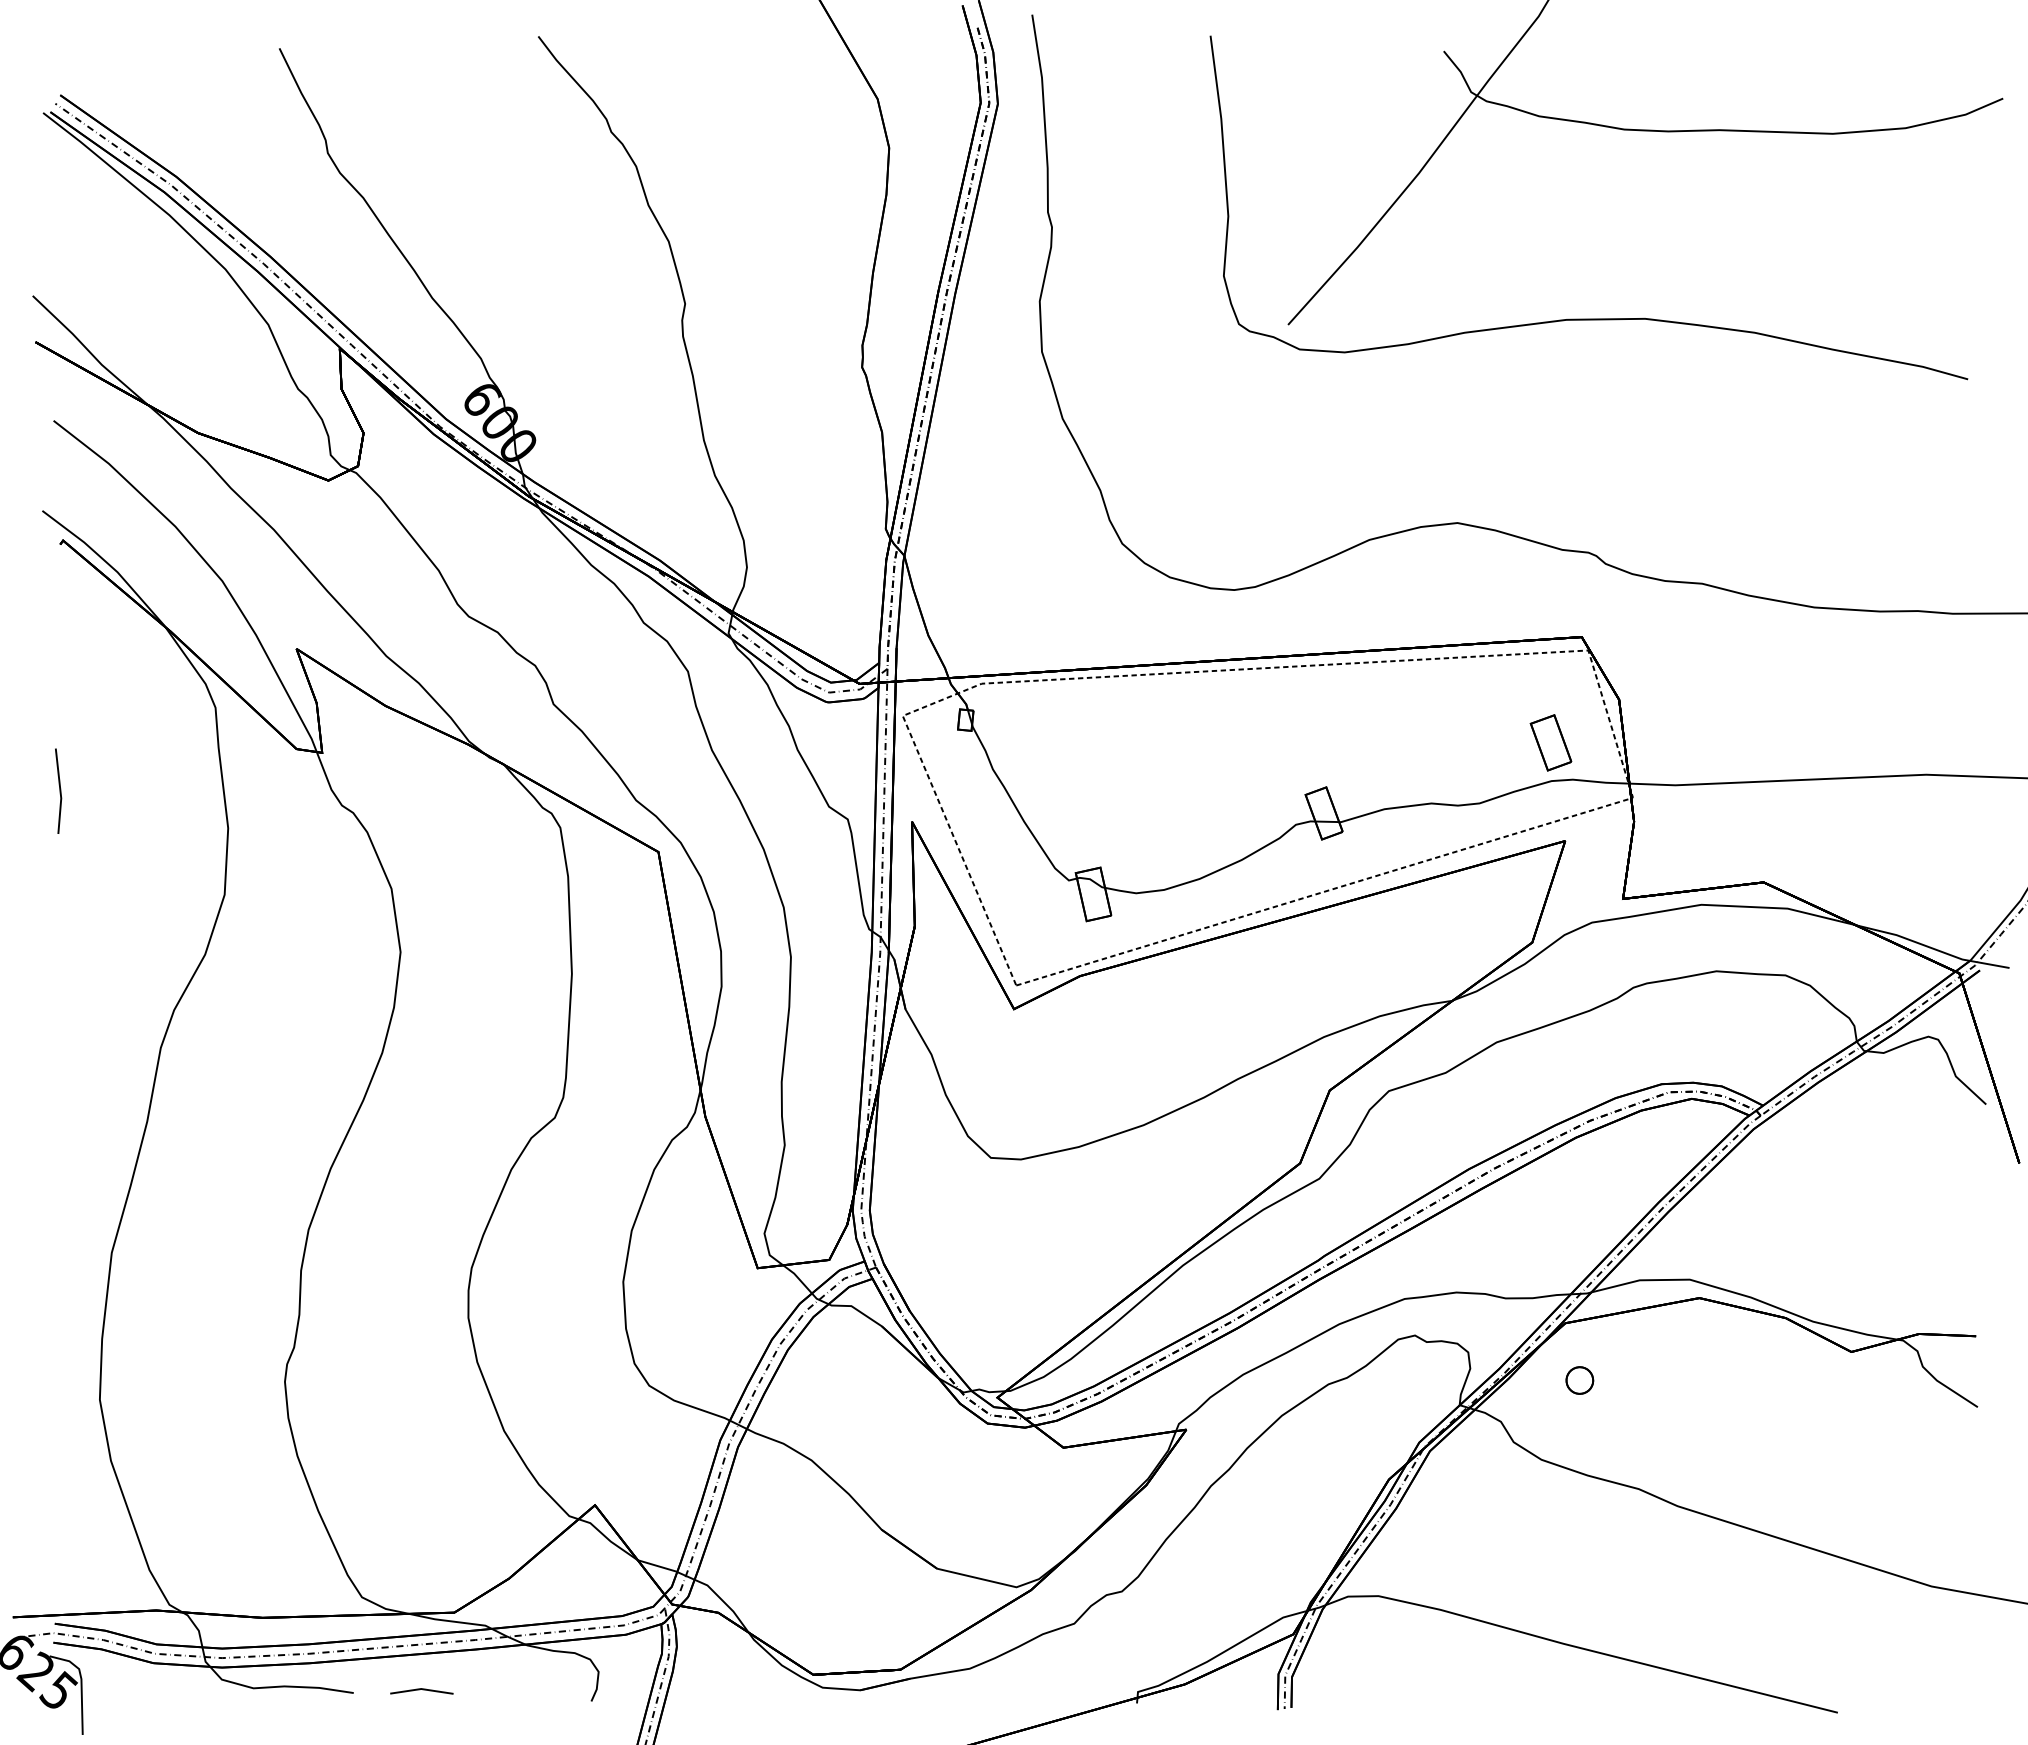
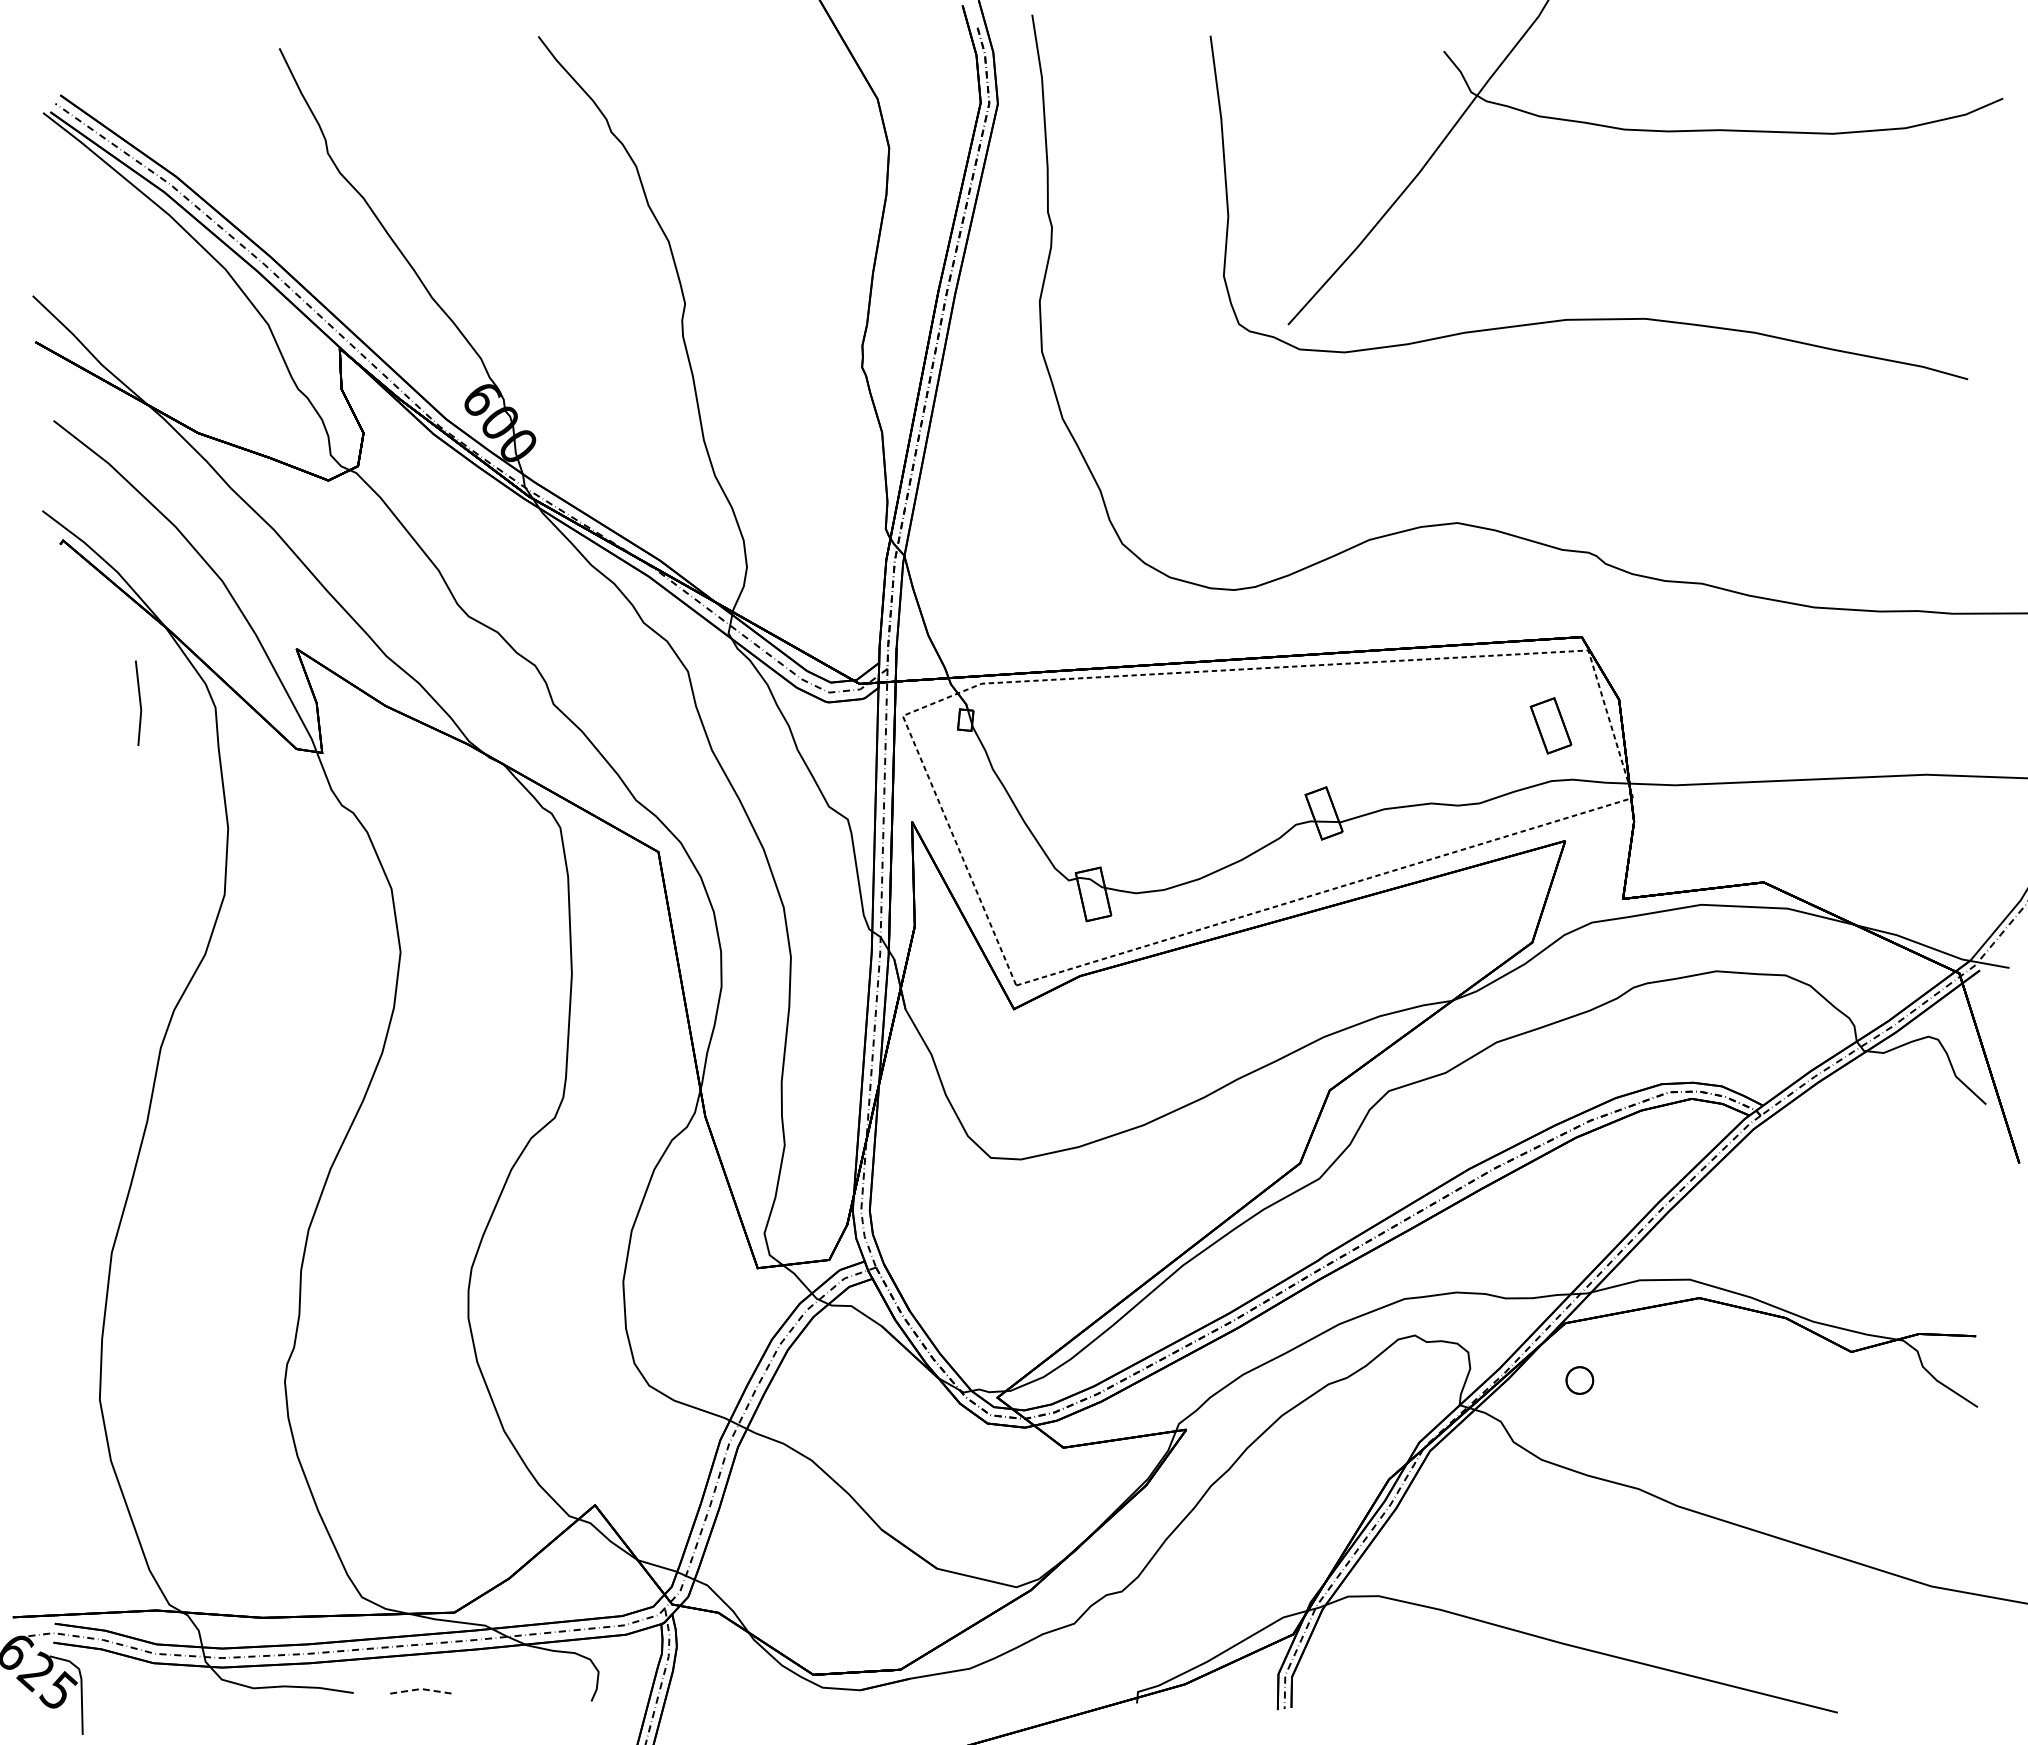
part at (1550, 742) position: (1550, 742) -> (1550, 725)
line at (59, 790) position: (59, 790) -> (139, 702)
line at (421, 1689): solid -> dashed
